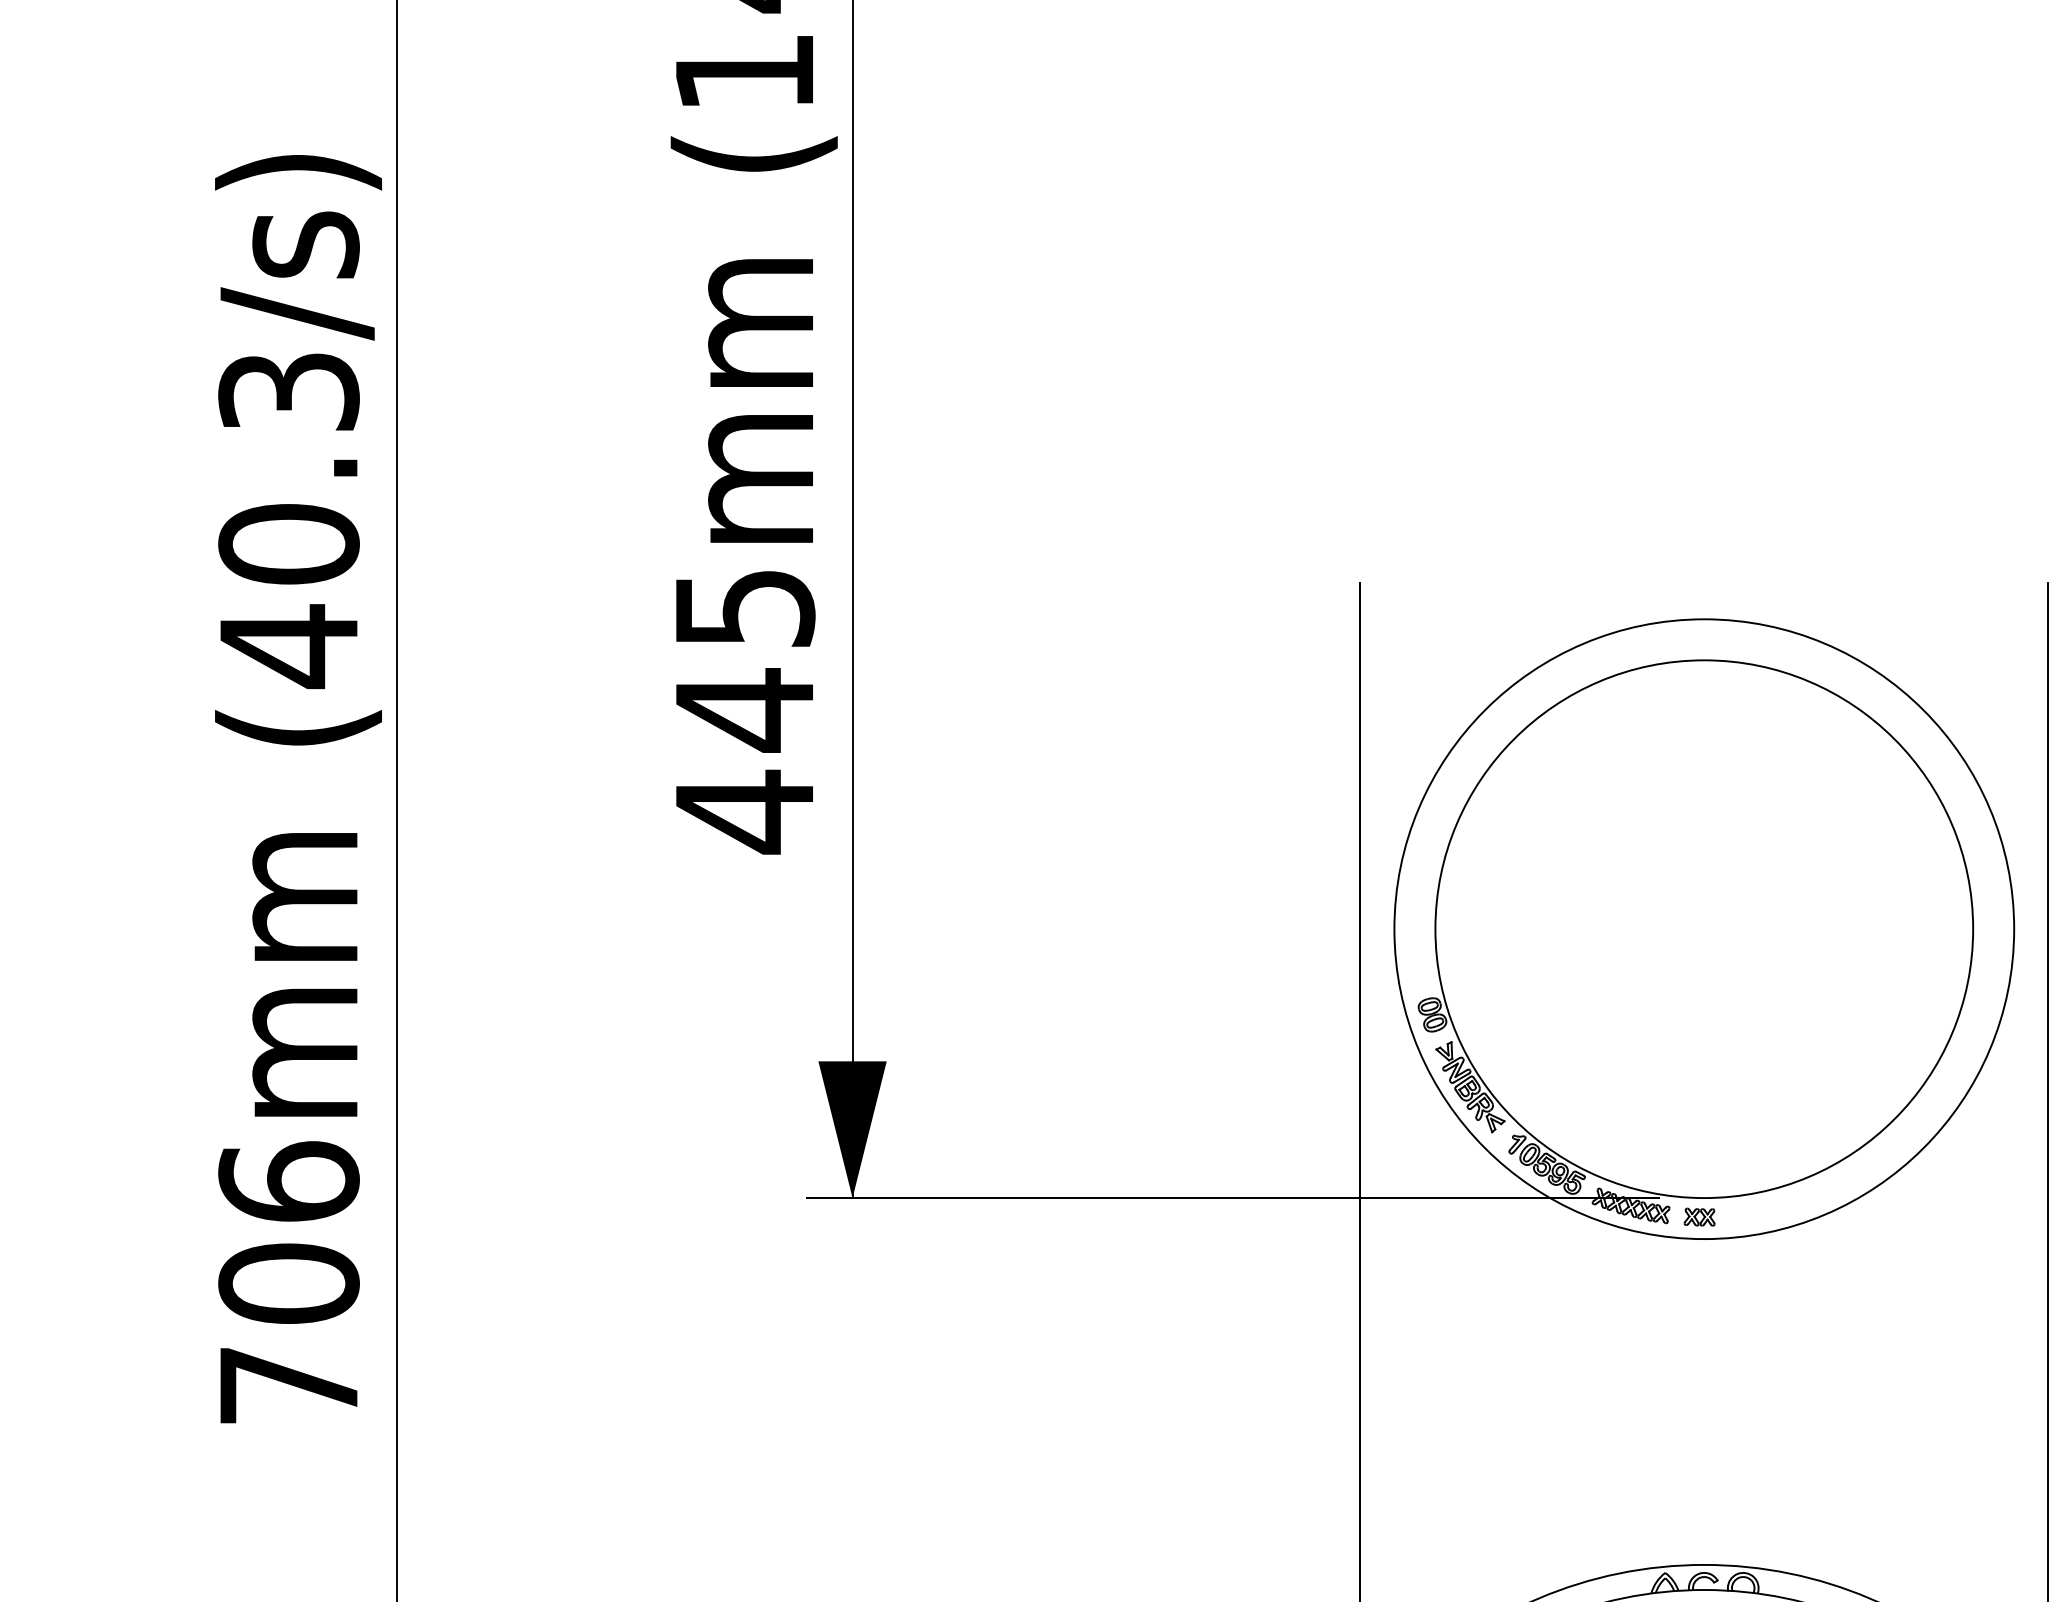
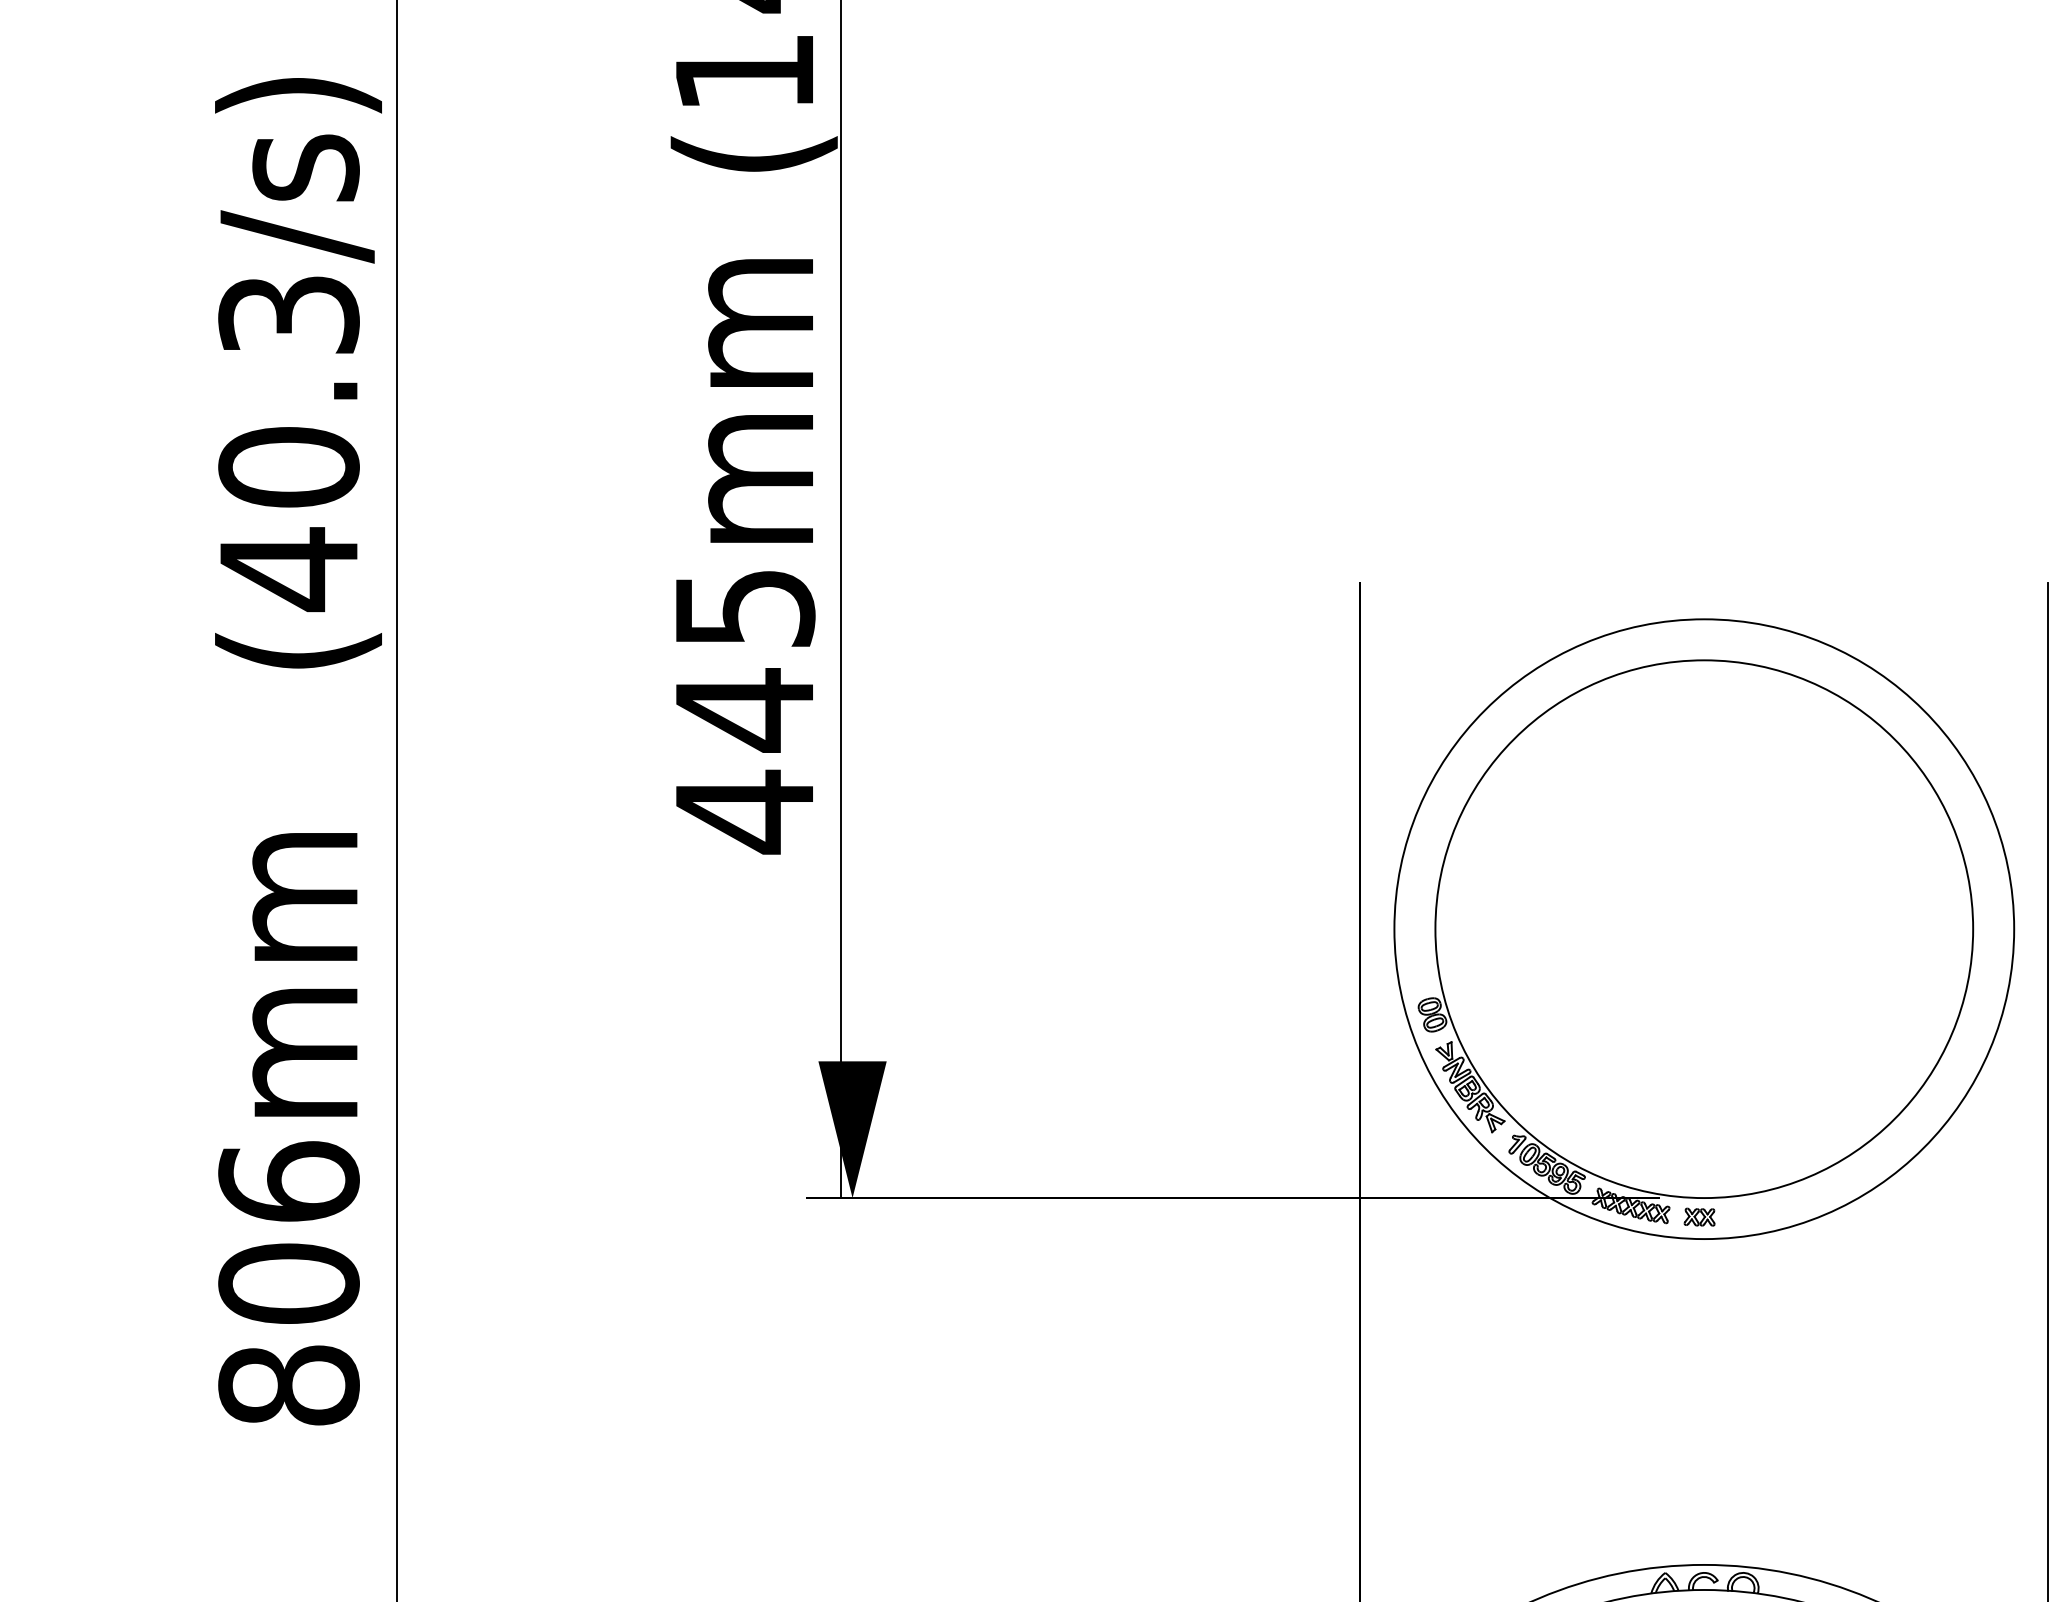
text at (298, 450) position: (298, 450) -> (298, 373)
line at (852, 600) position: (852, 600) -> (840, 600)
text at (288, 1385): 706mm -> 806mm
